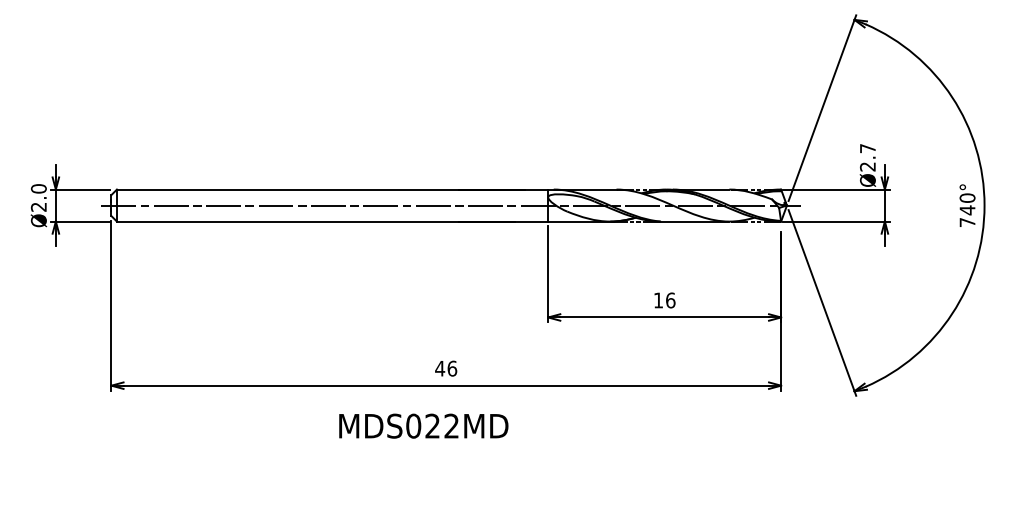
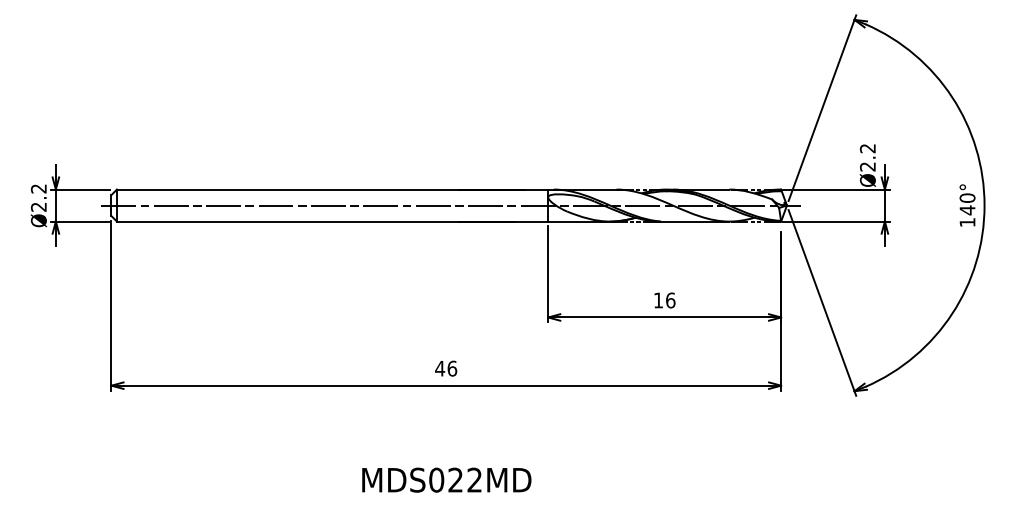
text at (867, 148): Ø2.7 -> Ø2.2
text at (38, 188): Ø2.0 -> Ø2.2
text at (967, 222): 740° -> 140°
text at (423, 425) position: (423, 425) -> (446, 479)
